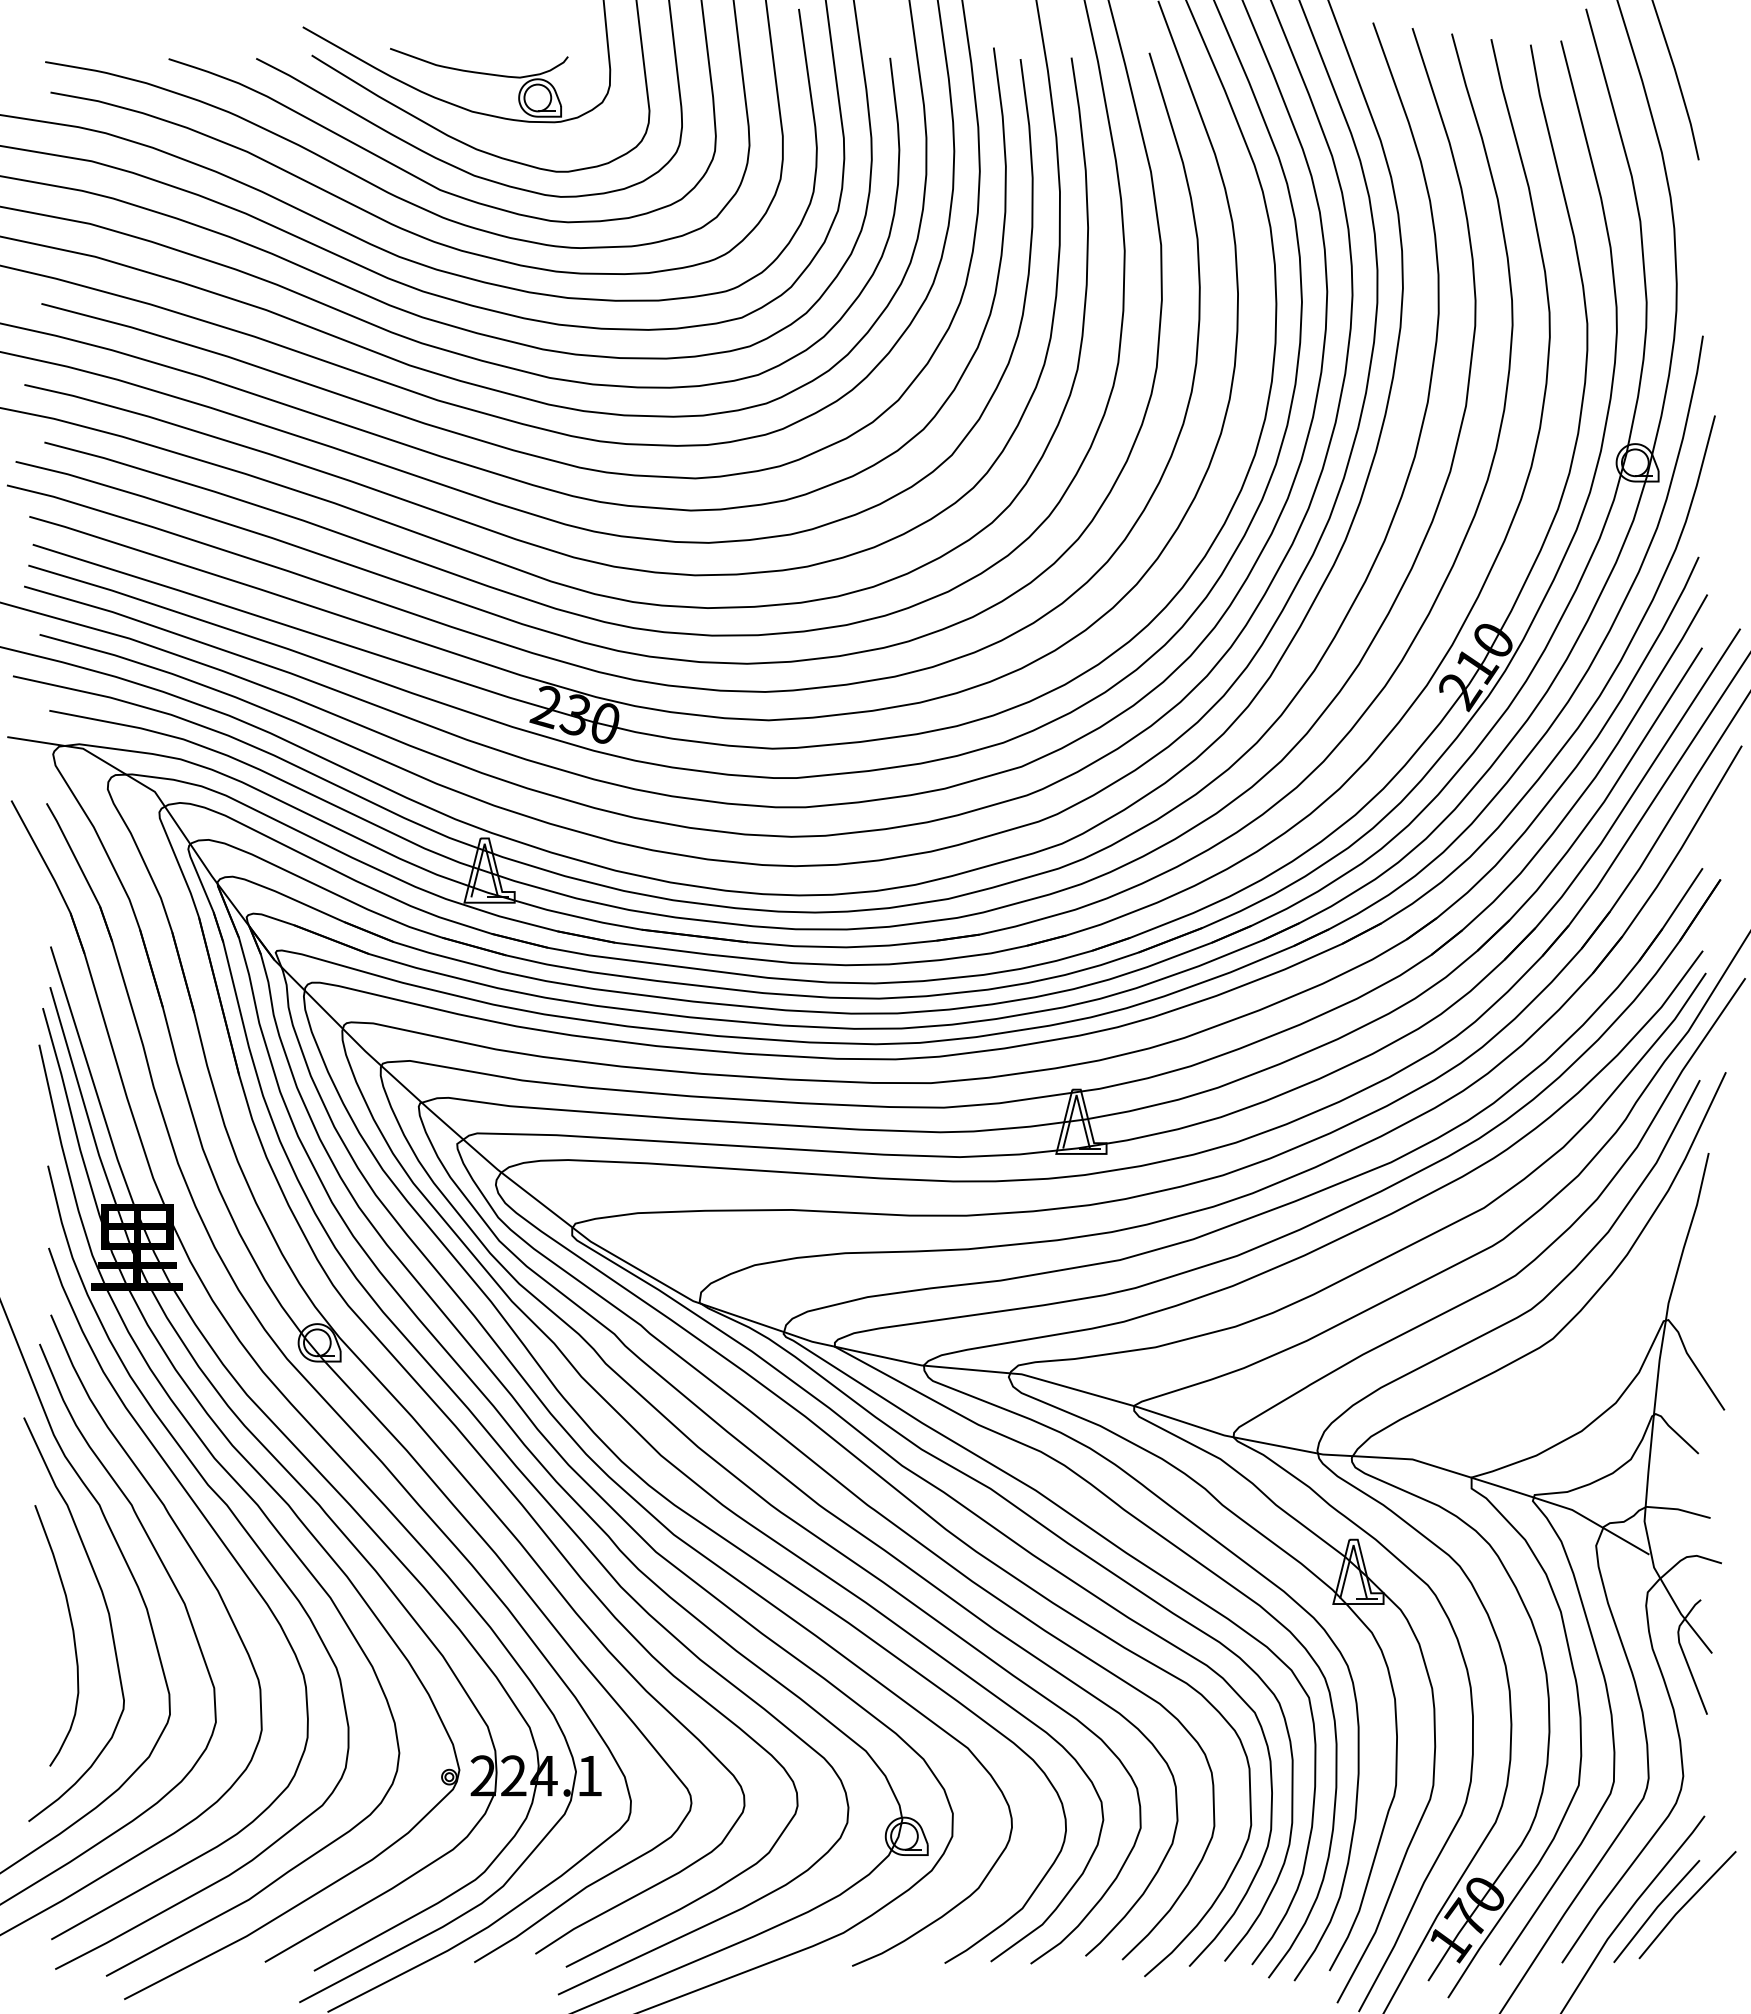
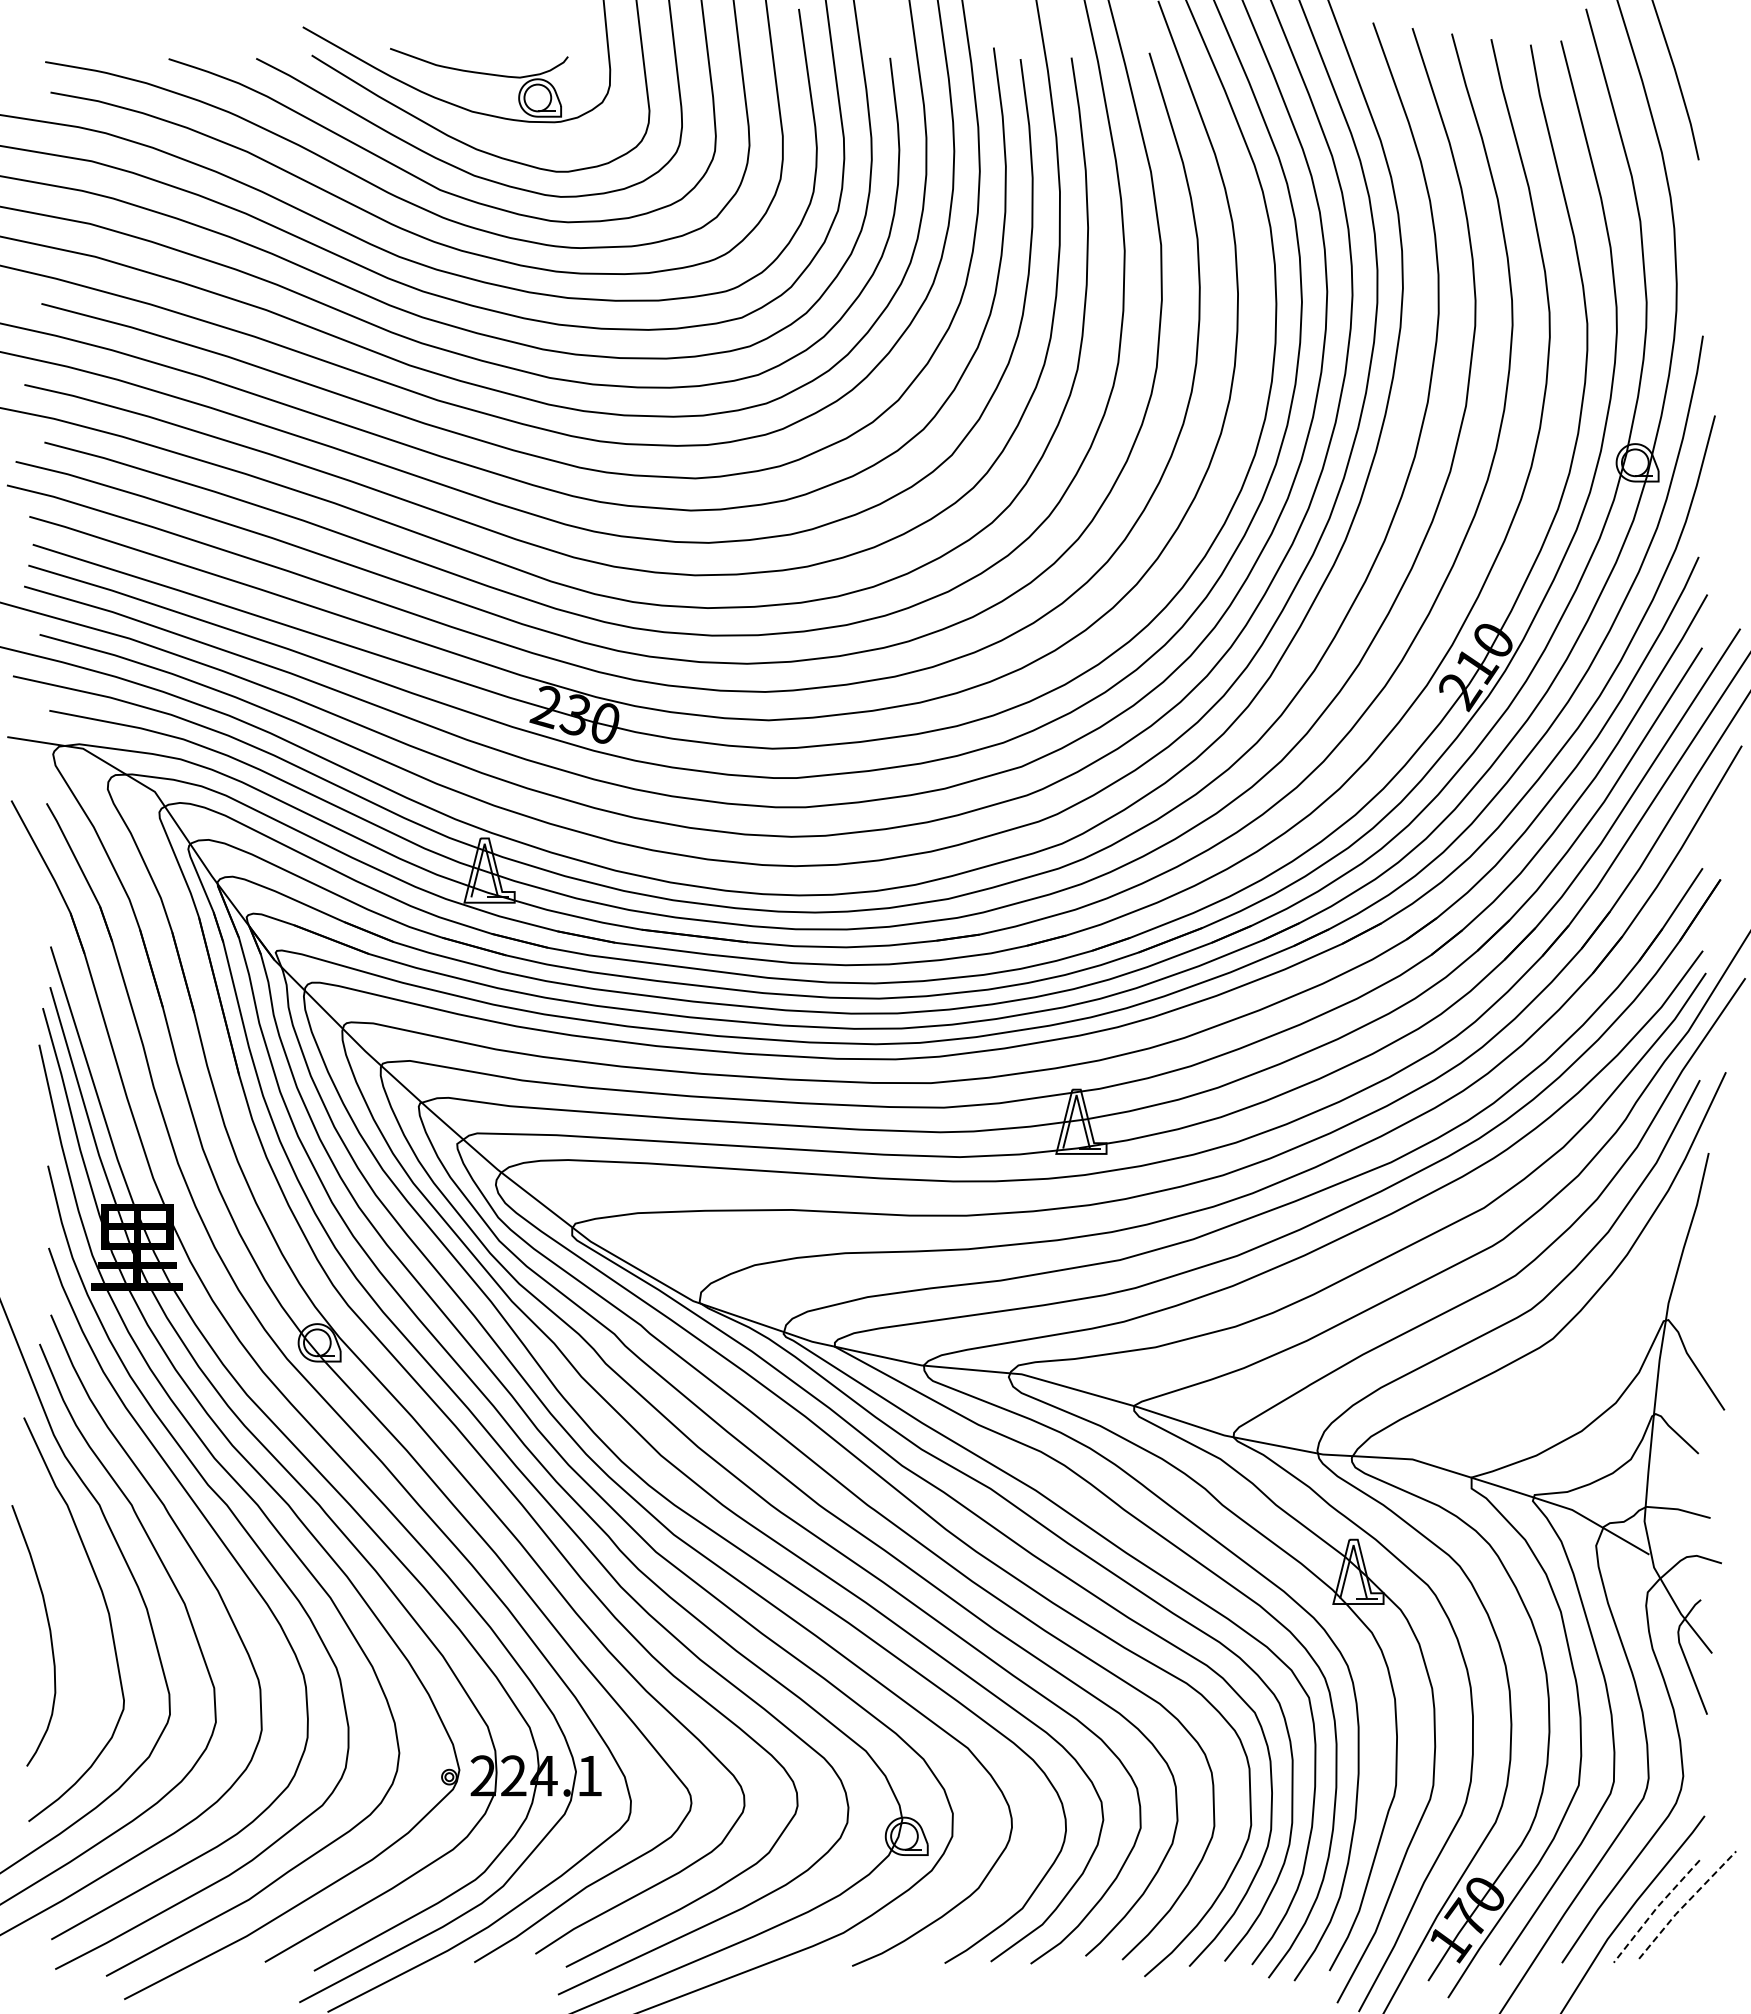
curve at (72, 1634) position: (72, 1634) -> (49, 1634)
line at (1686, 1903): solid -> dashed
line at (1655, 1910): solid -> dashed
